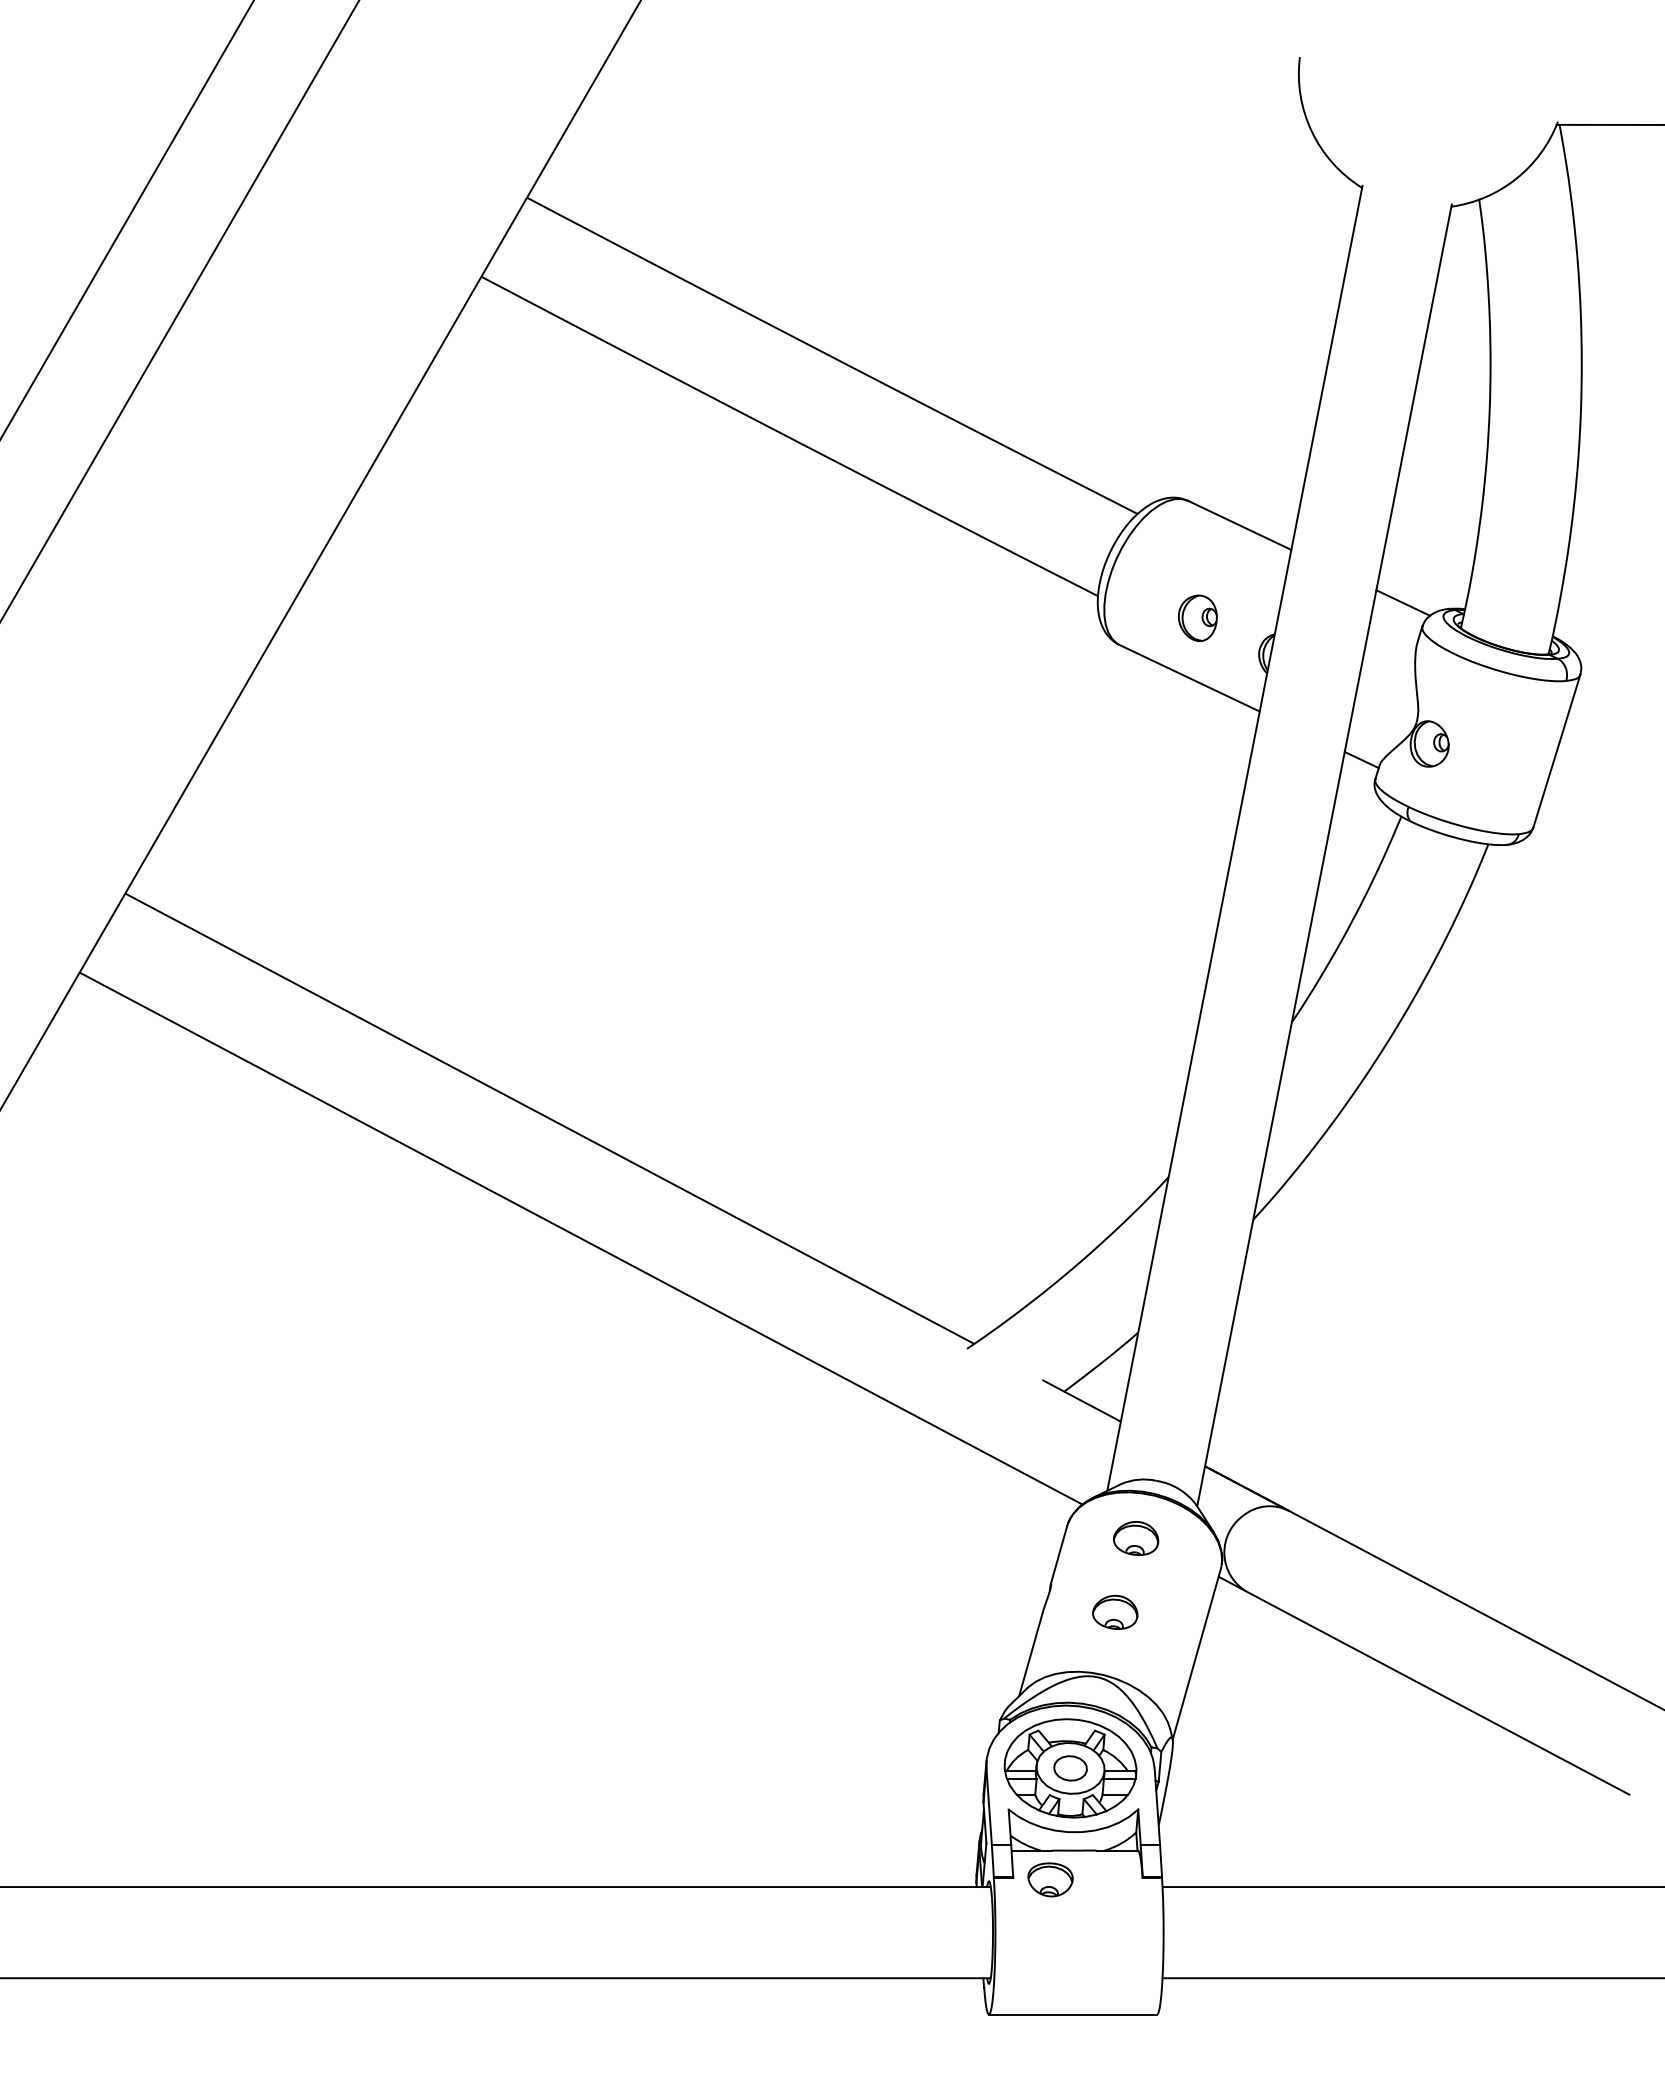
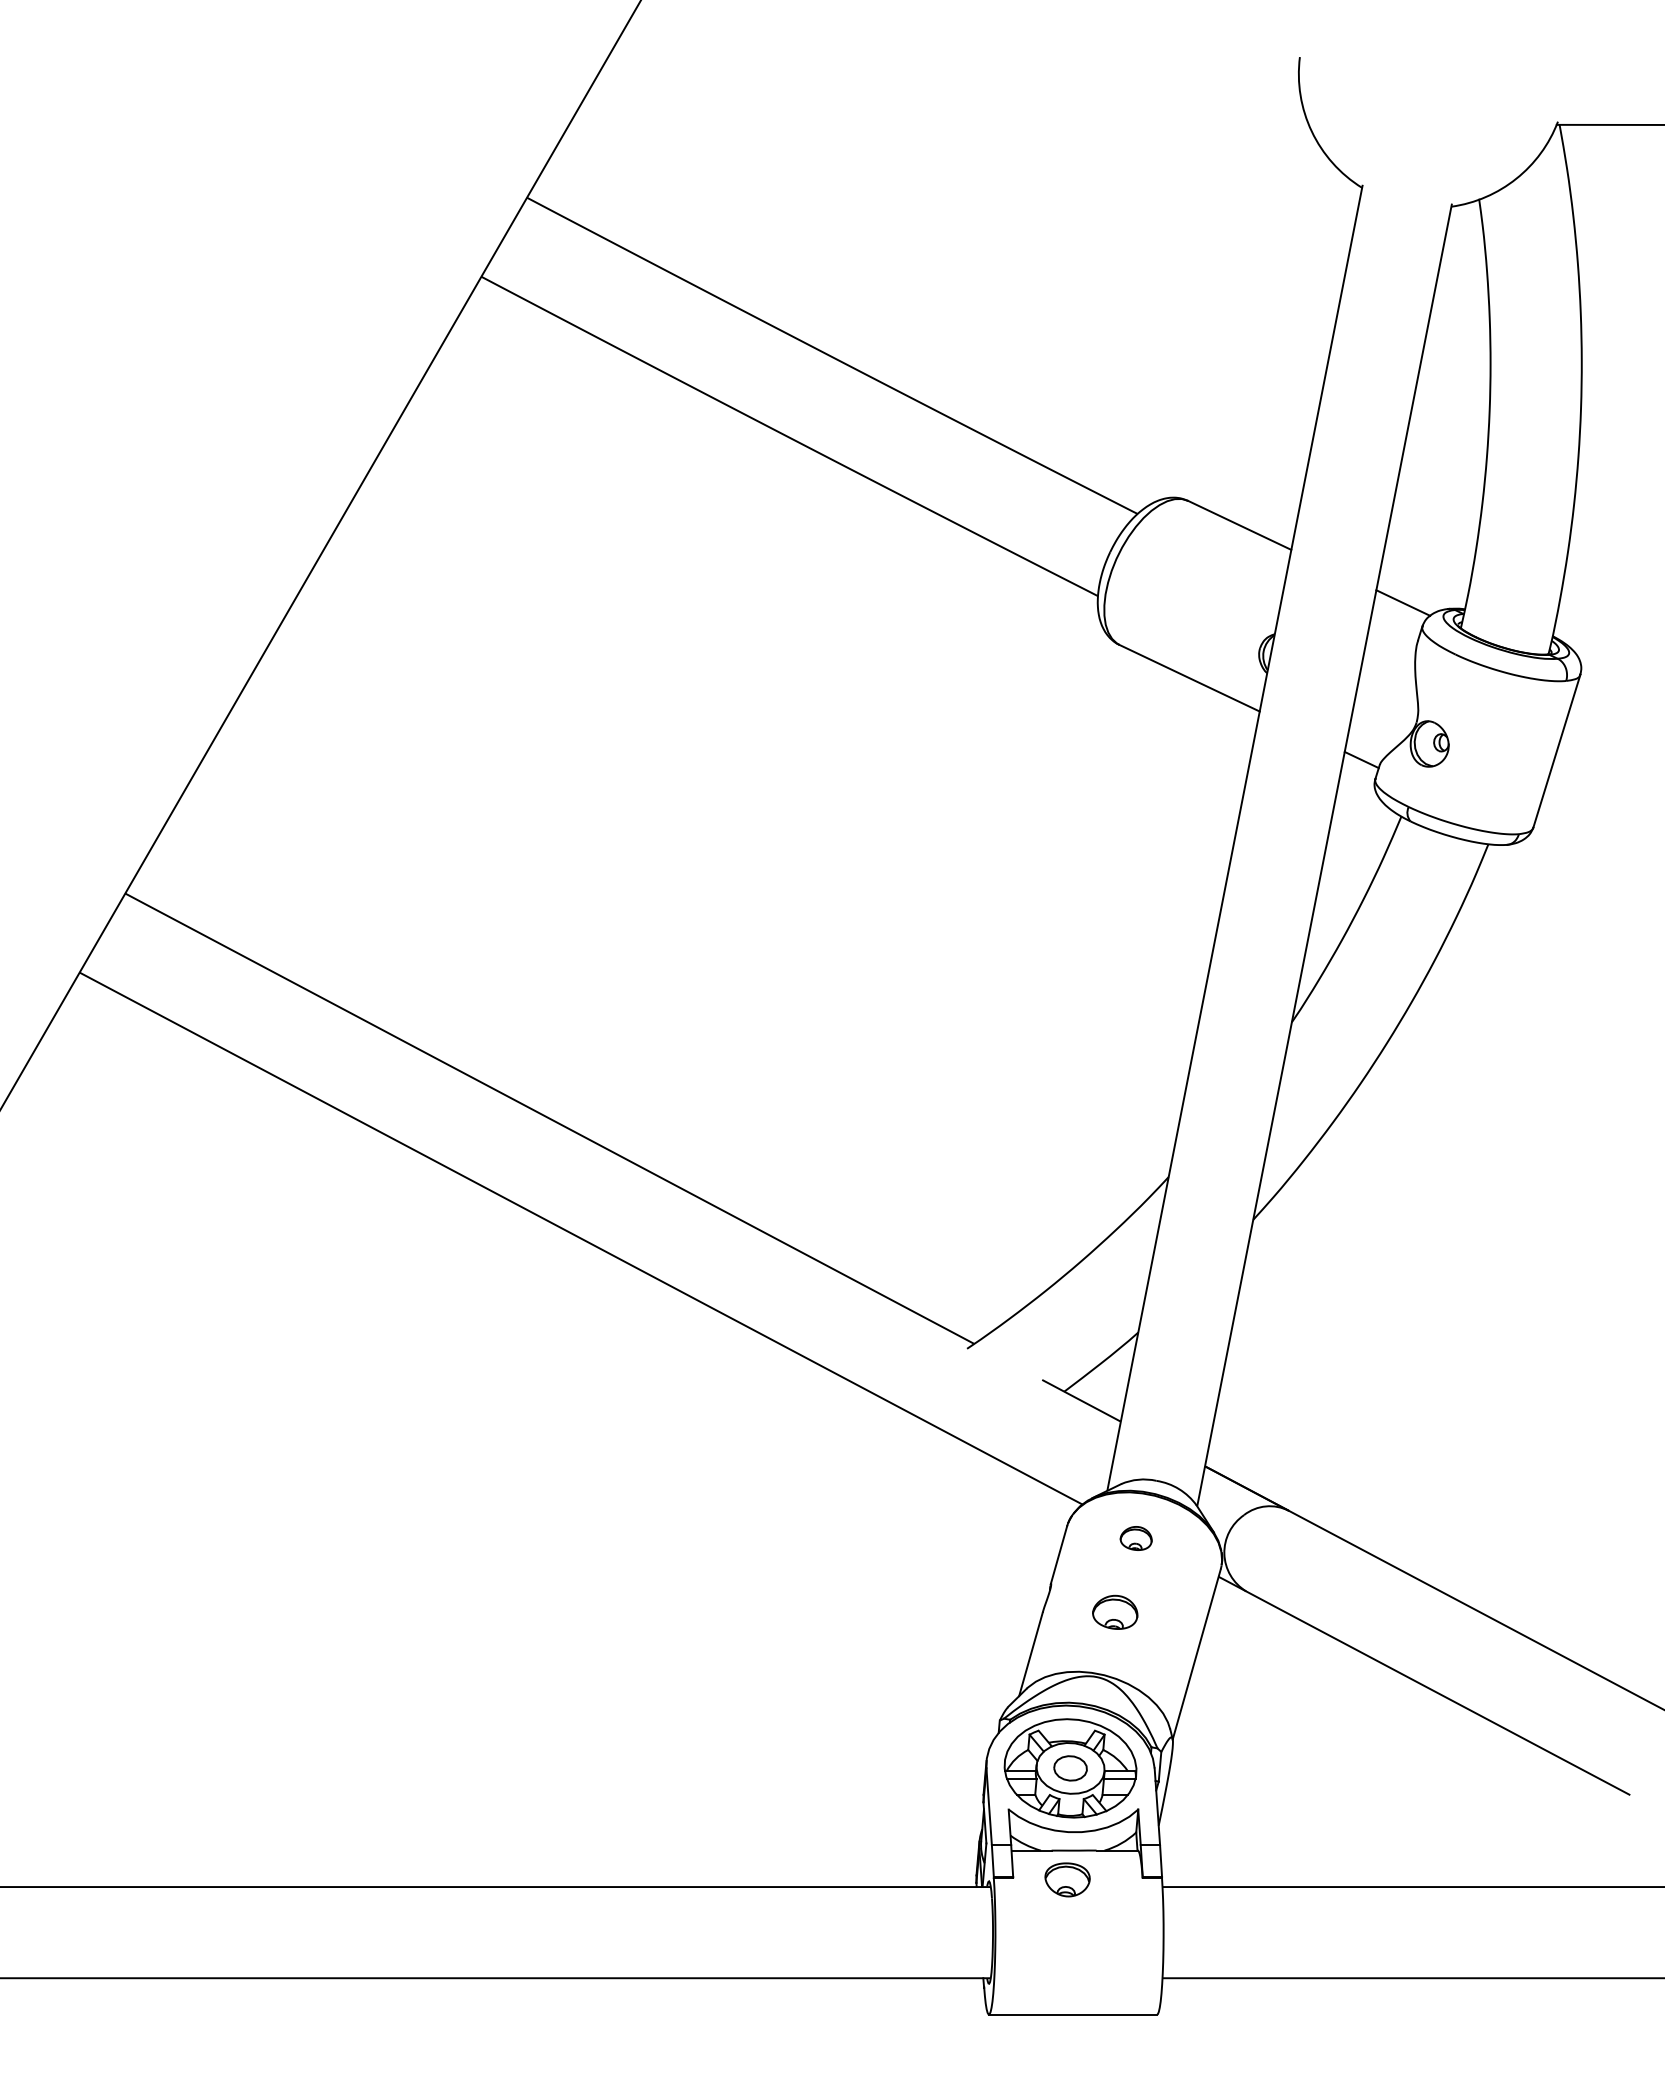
line at (127, 219): present -> none
line at (180, 310): present -> none
part at (1197, 617): present -> none
part at (1136, 1538) size: 47x35 px -> 34x25 px
part at (1050, 1879) position: (1050, 1879) -> (1067, 1879)
